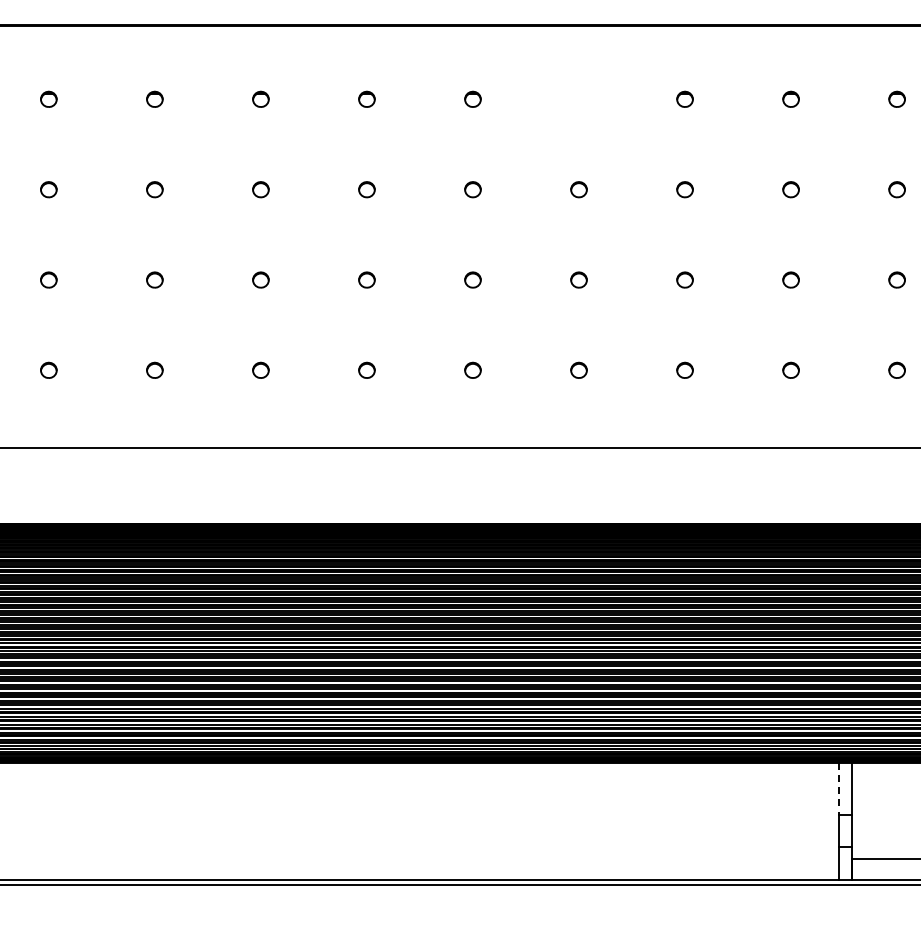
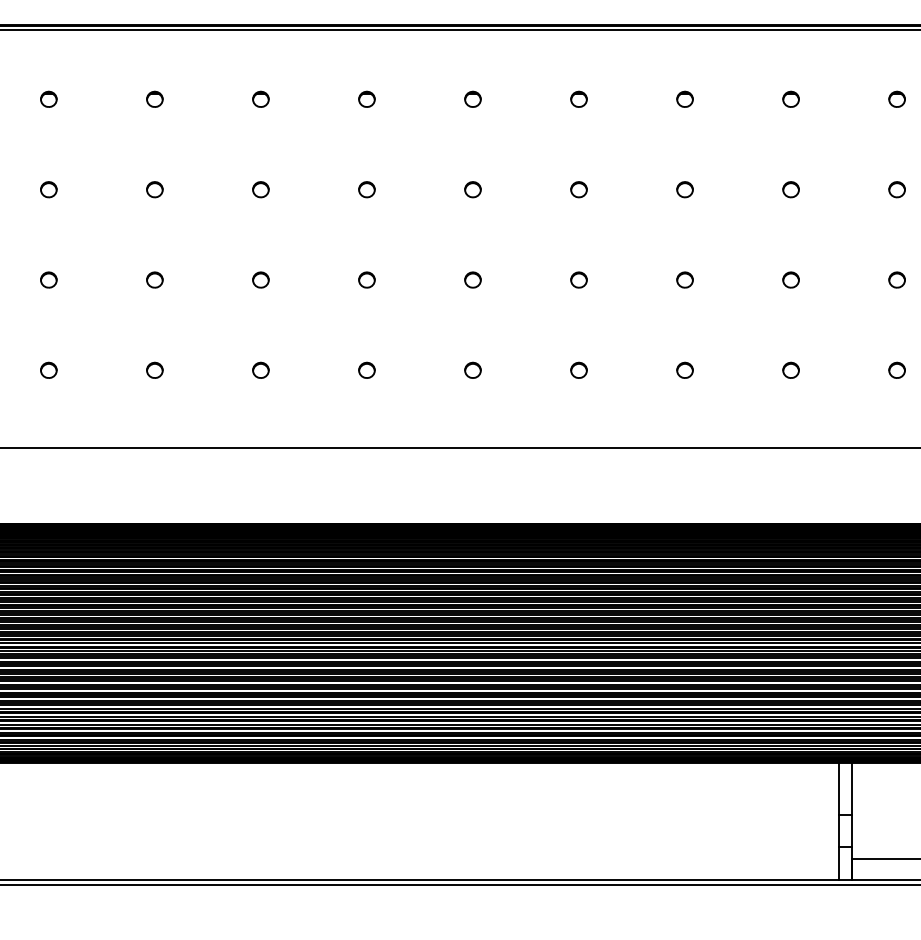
line at (459, 30): none -> present
part at (578, 98): none -> present
line at (838, 789): dashed -> solid
